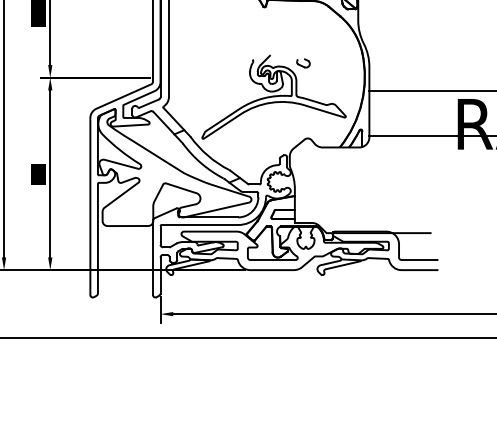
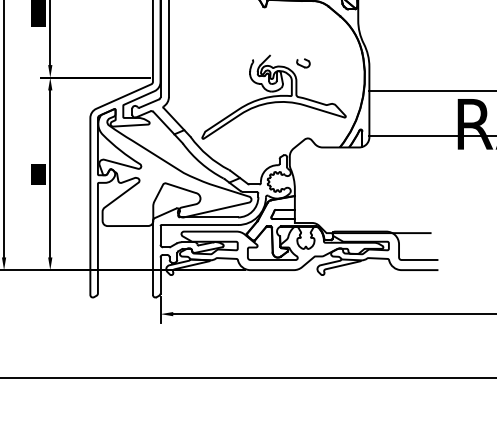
line at (247, 337) position: (247, 337) -> (247, 377)
